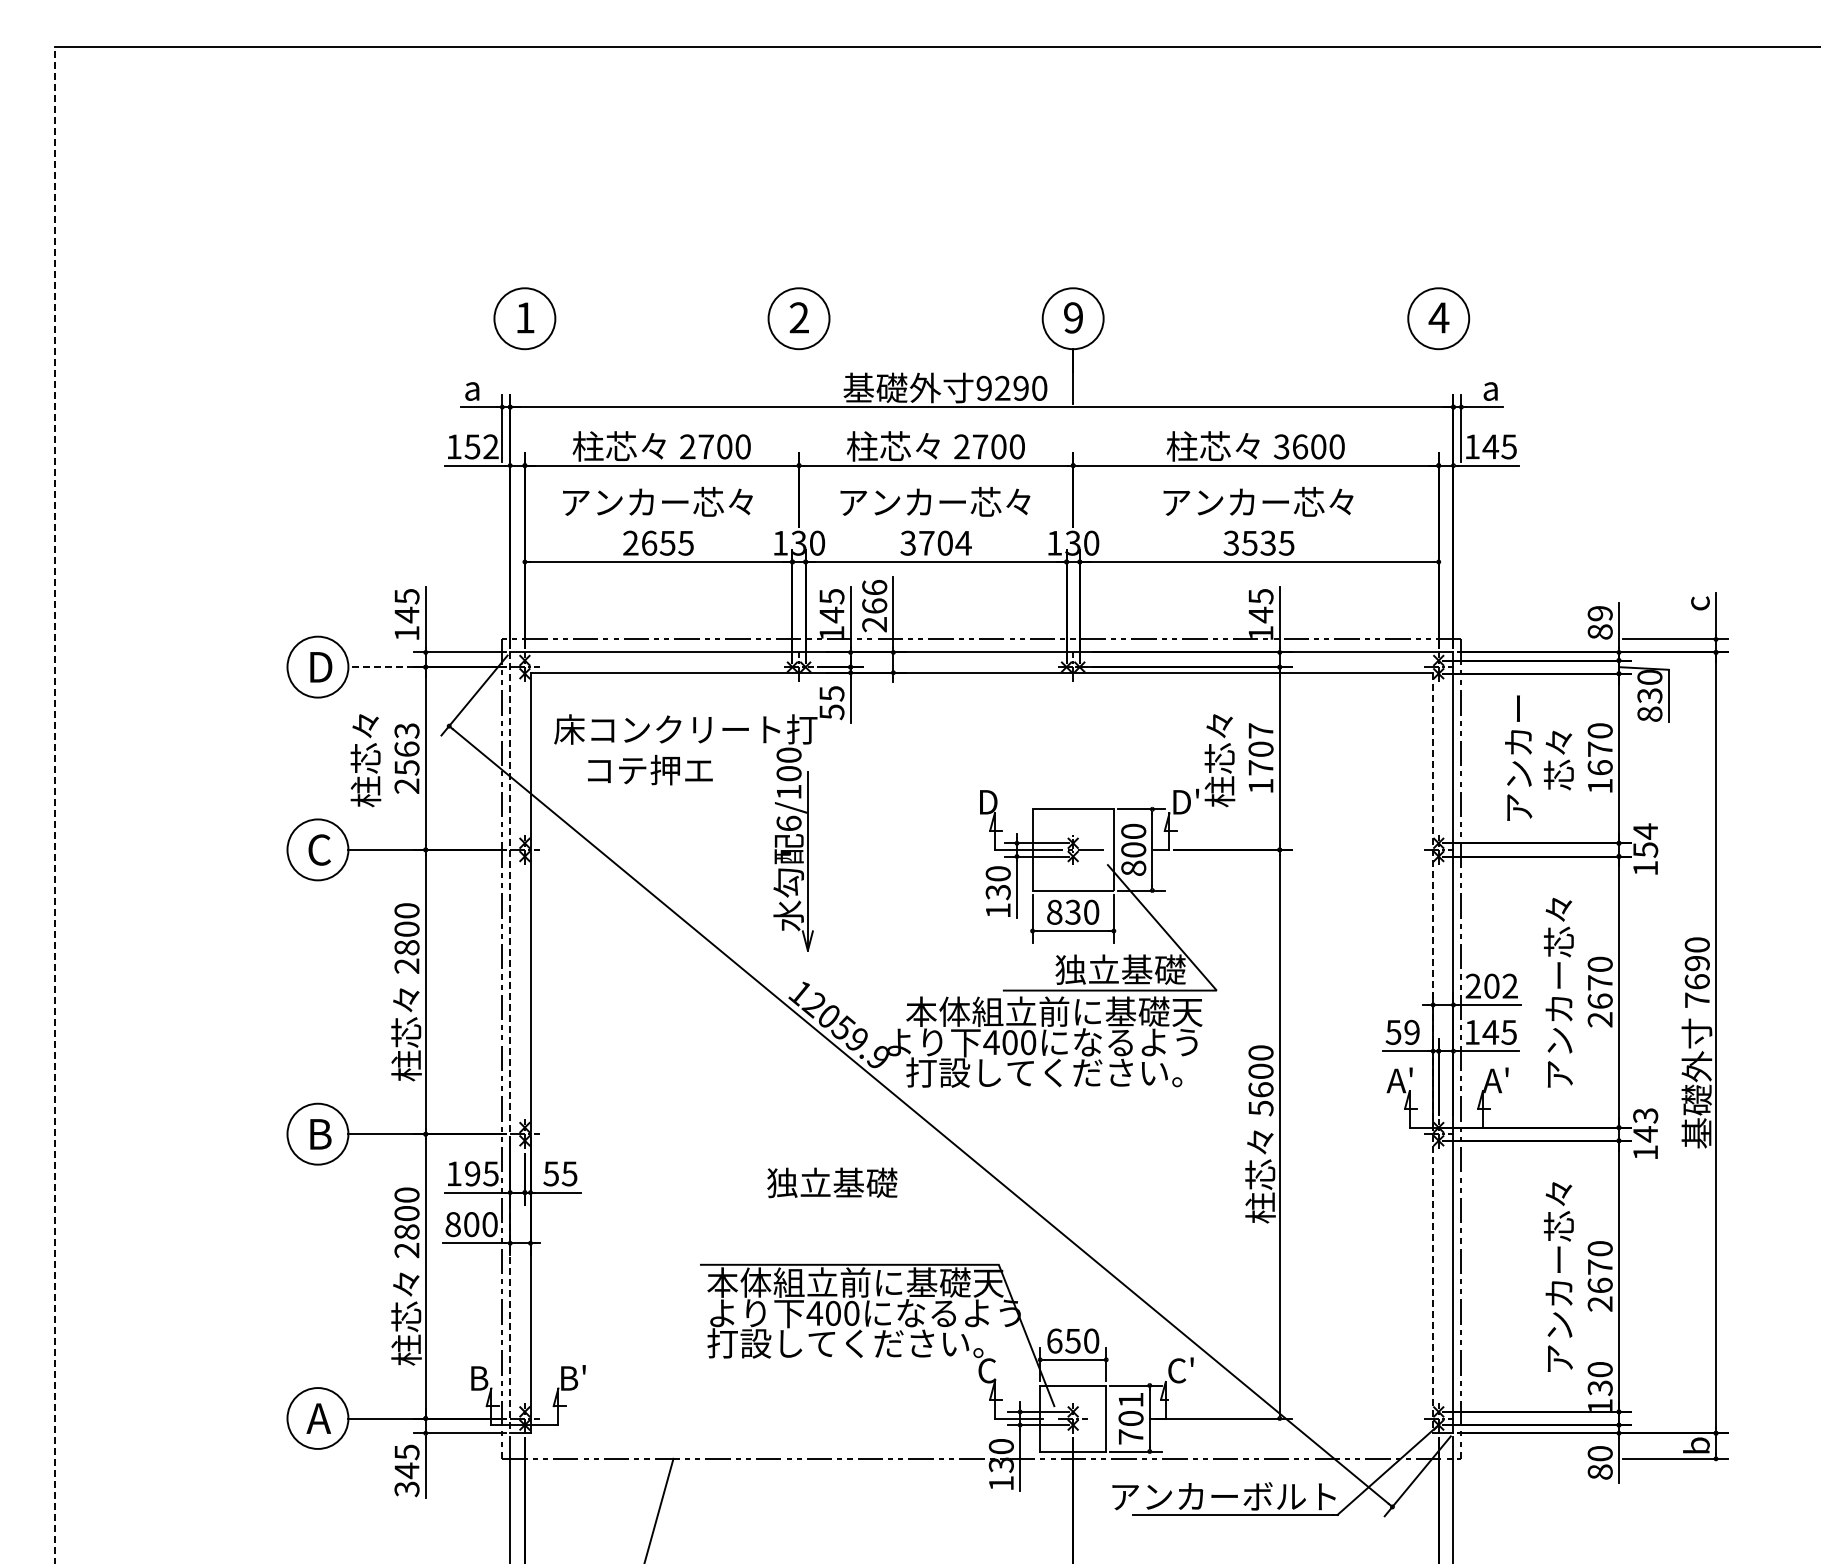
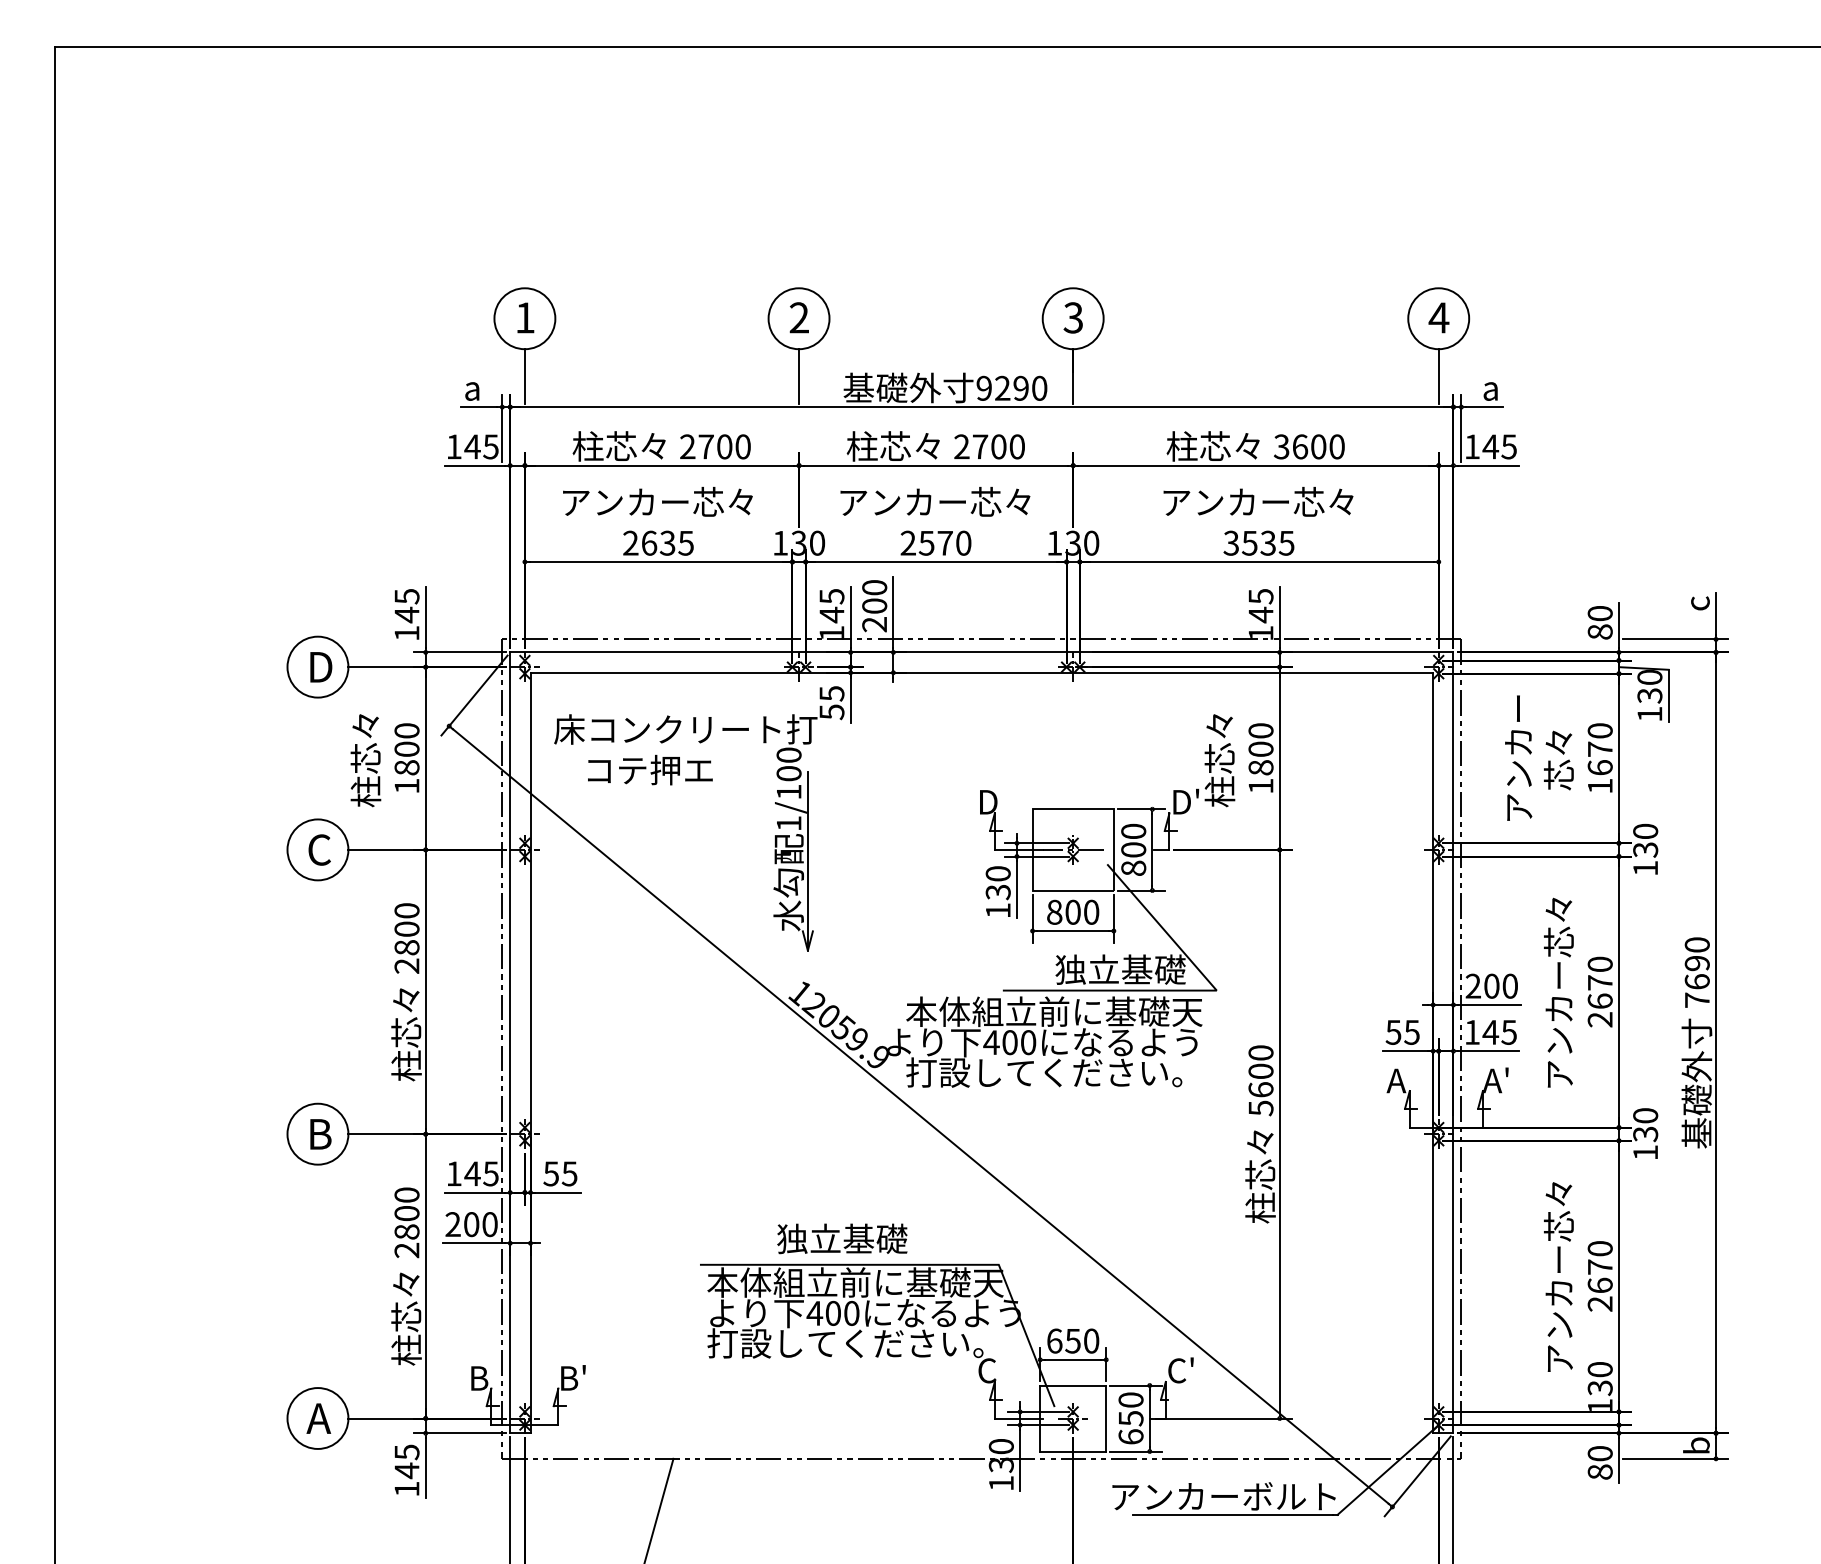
text at (1072, 317): 9 -> 3
line at (524, 376): none -> present
line at (799, 376): none -> present
line at (1438, 376): none -> present
text at (481, 446): 152 -> 145
text at (667, 542): 2655 -> 2635
text at (935, 542): 3704 -> 2570
text at (874, 596): 266 -> 200
text at (1599, 613): 89 -> 80
line at (380, 667): dashed -> solid
text at (1649, 713): 830 -> 130
text at (1260, 749): 1707 -> 1800
text at (406, 758): 2563 -> 1800
line at (54, 804): dashed -> solid
text at (788, 822): 6/100 -> 1/100
text at (1645, 840): 154 -> 130
text at (1072, 911): 830 -> 800
text at (1509, 985): 202 -> 200
text at (1411, 1031): 59 -> 55
line at (510, 1043): dashed -> solid
line at (1433, 1053): dashed -> solid
text at (1410, 1072): A' -> A
text at (1645, 1125): 143 -> 130
text at (472, 1173): 195 -> 145
text at (832, 1182) position: (832, 1182) -> (842, 1238)
text at (452, 1224): 800 -> 200
text at (1130, 1418): 701 -> 650
text at (406, 1489): 345 -> 145
